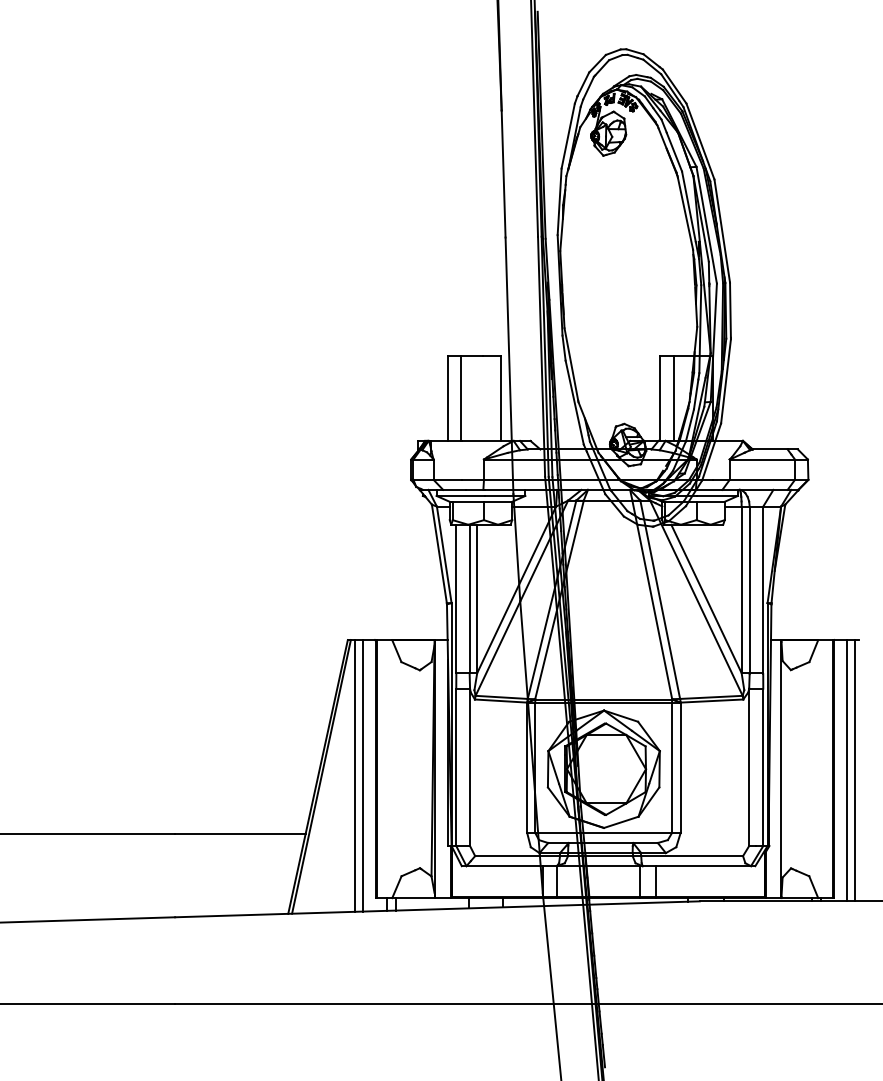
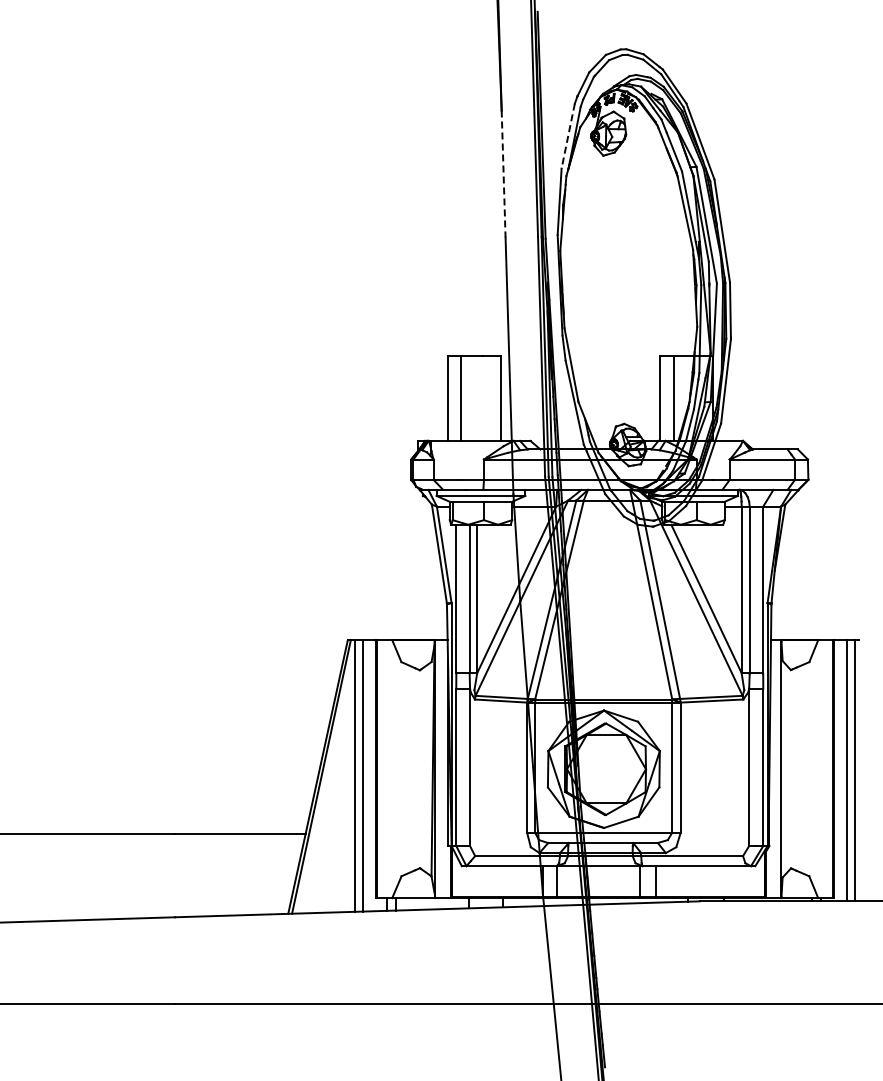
line at (568, 136): solid -> dashed
line at (503, 174): solid -> dashed
